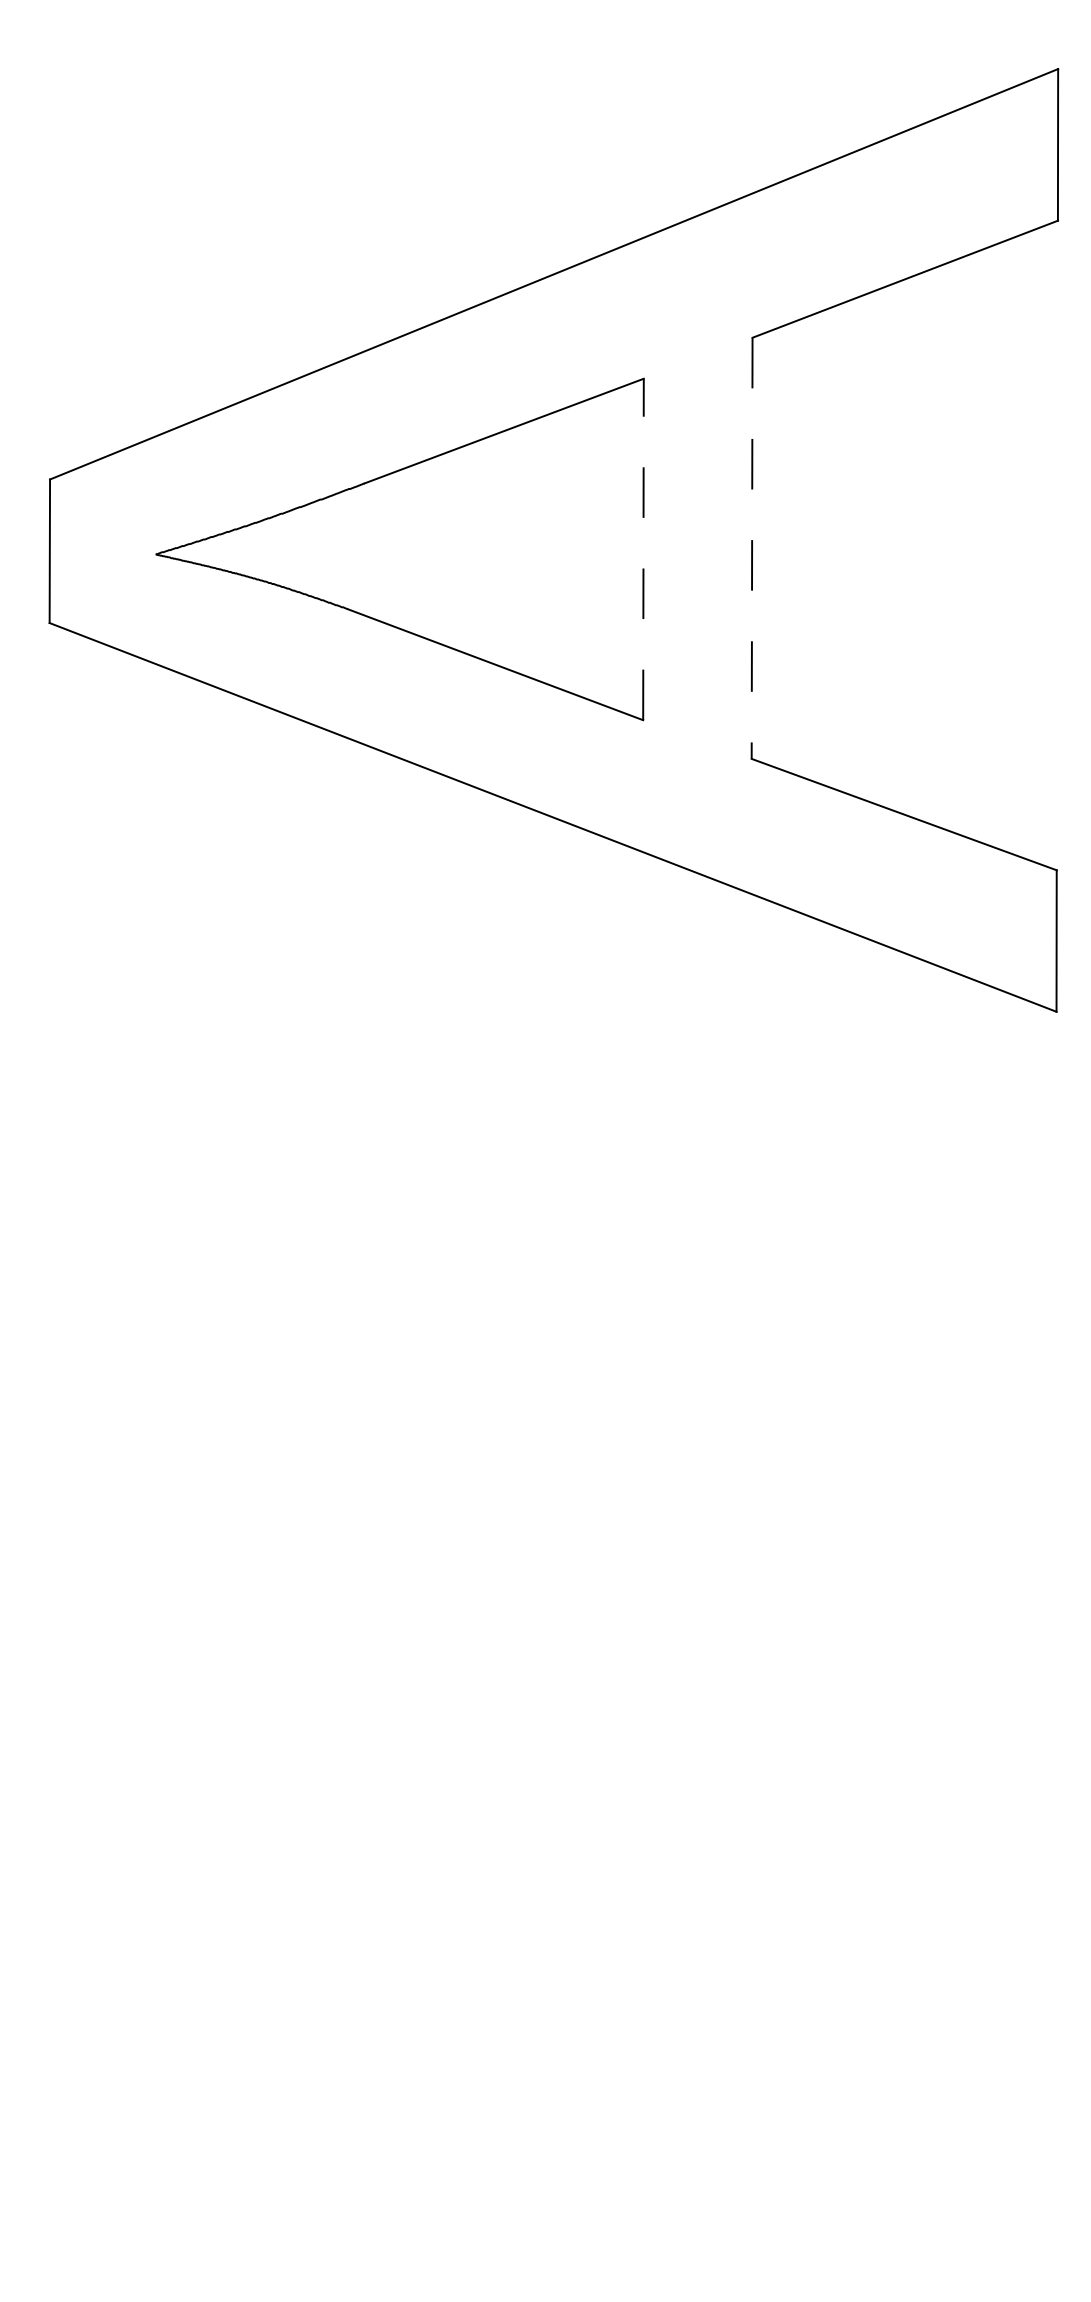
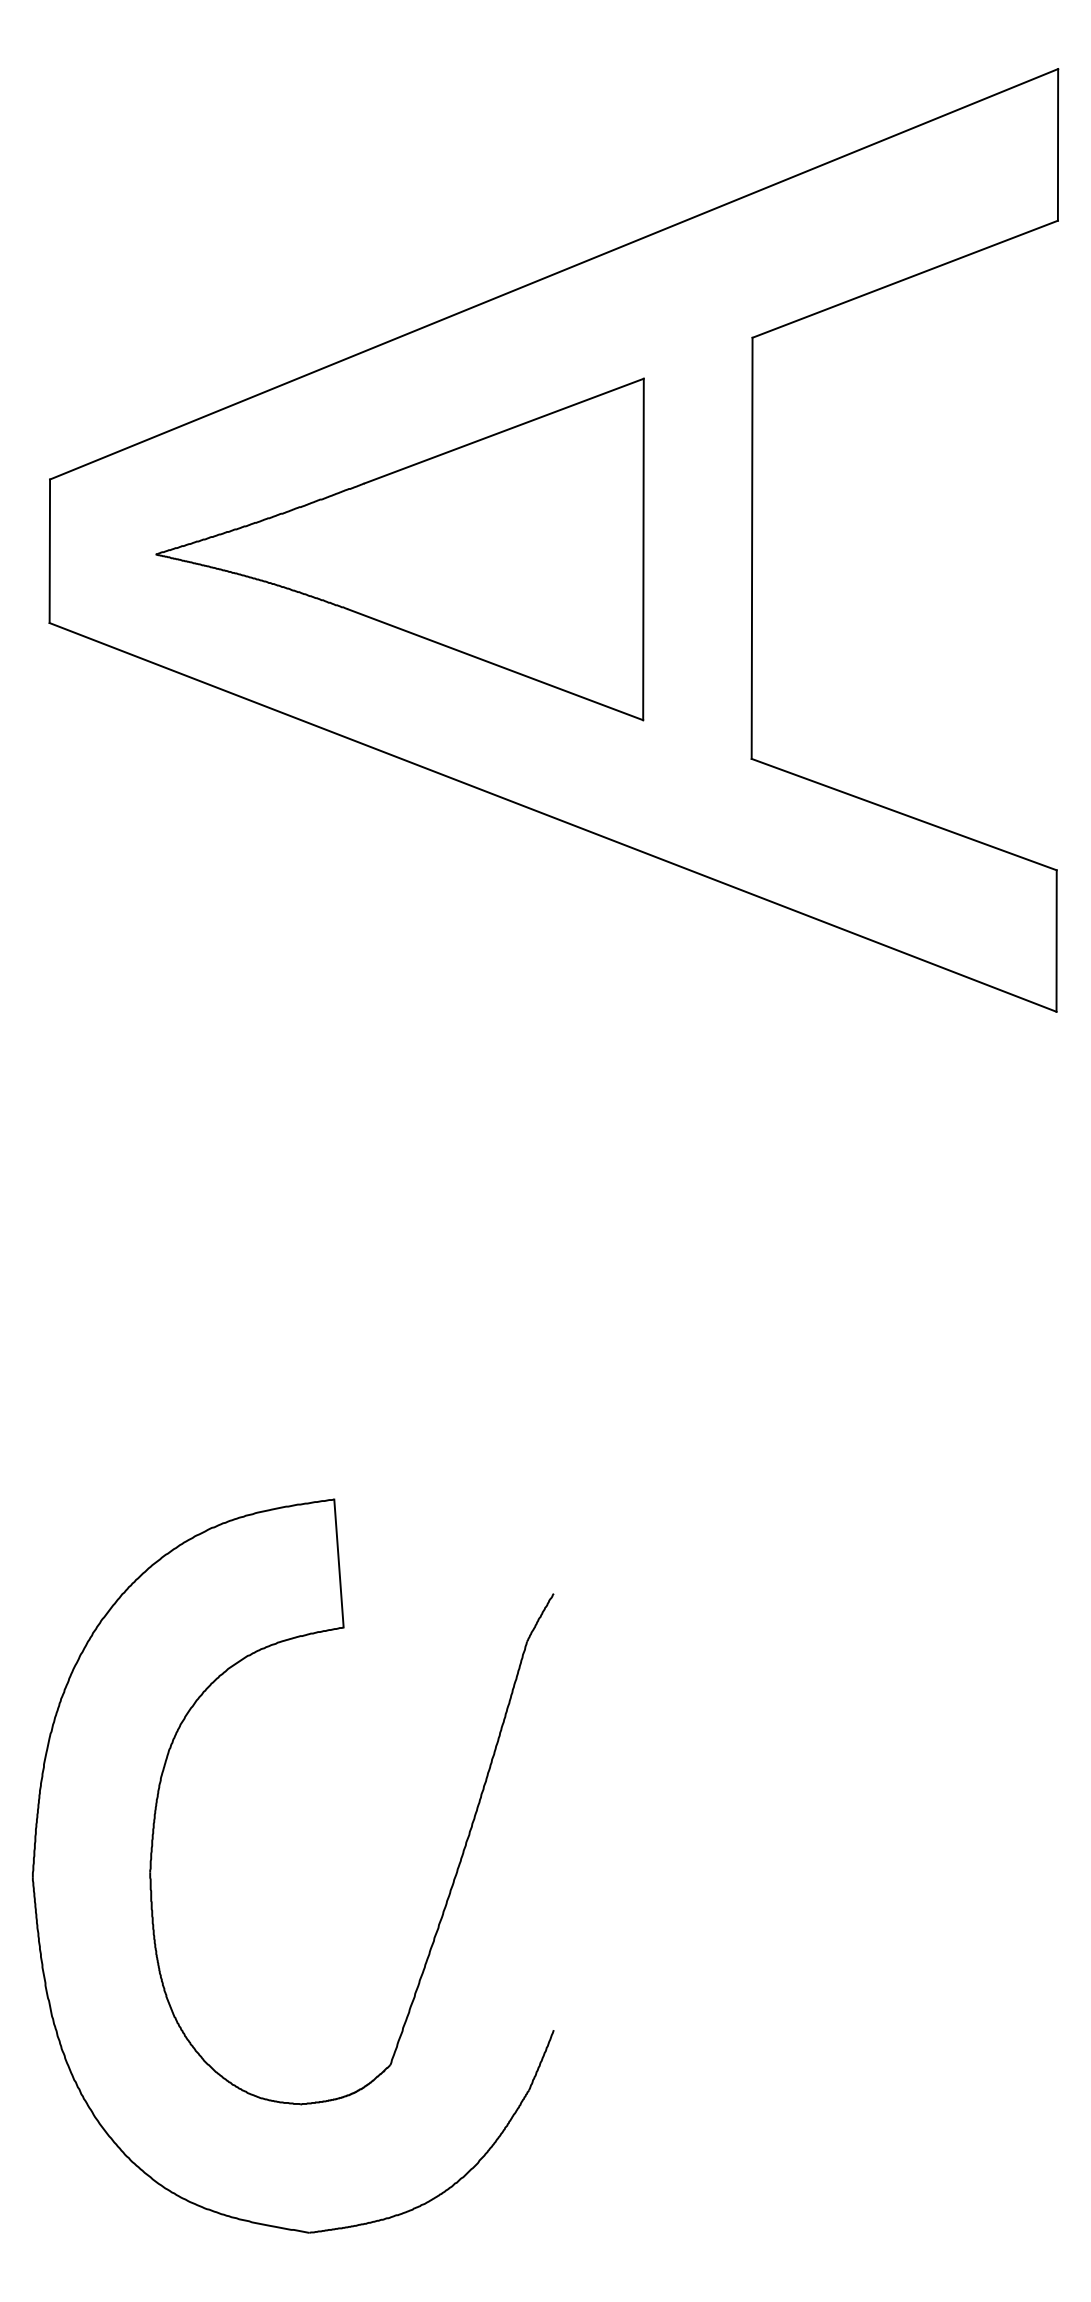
line at (752, 548): dashed -> solid
line at (643, 549): dashed -> solid
part at (152, 1858): none -> present
